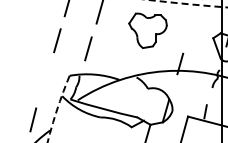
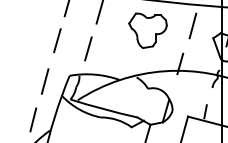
arc at (189, 4): dashed -> solid
line at (192, 25): none -> present
line at (44, 81): none -> present
arc at (57, 109): dashed -> solid
